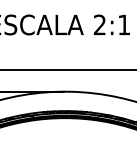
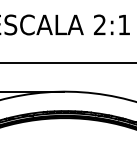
line at (67, 69) position: (67, 69) -> (67, 62)
